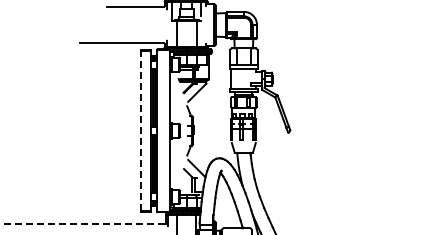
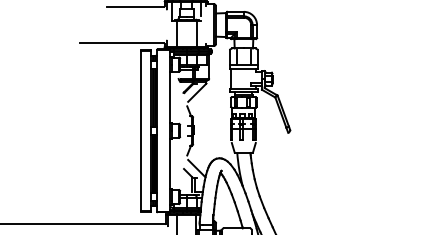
line at (141, 130): dashed -> solid
line at (82, 224): dashed -> solid
